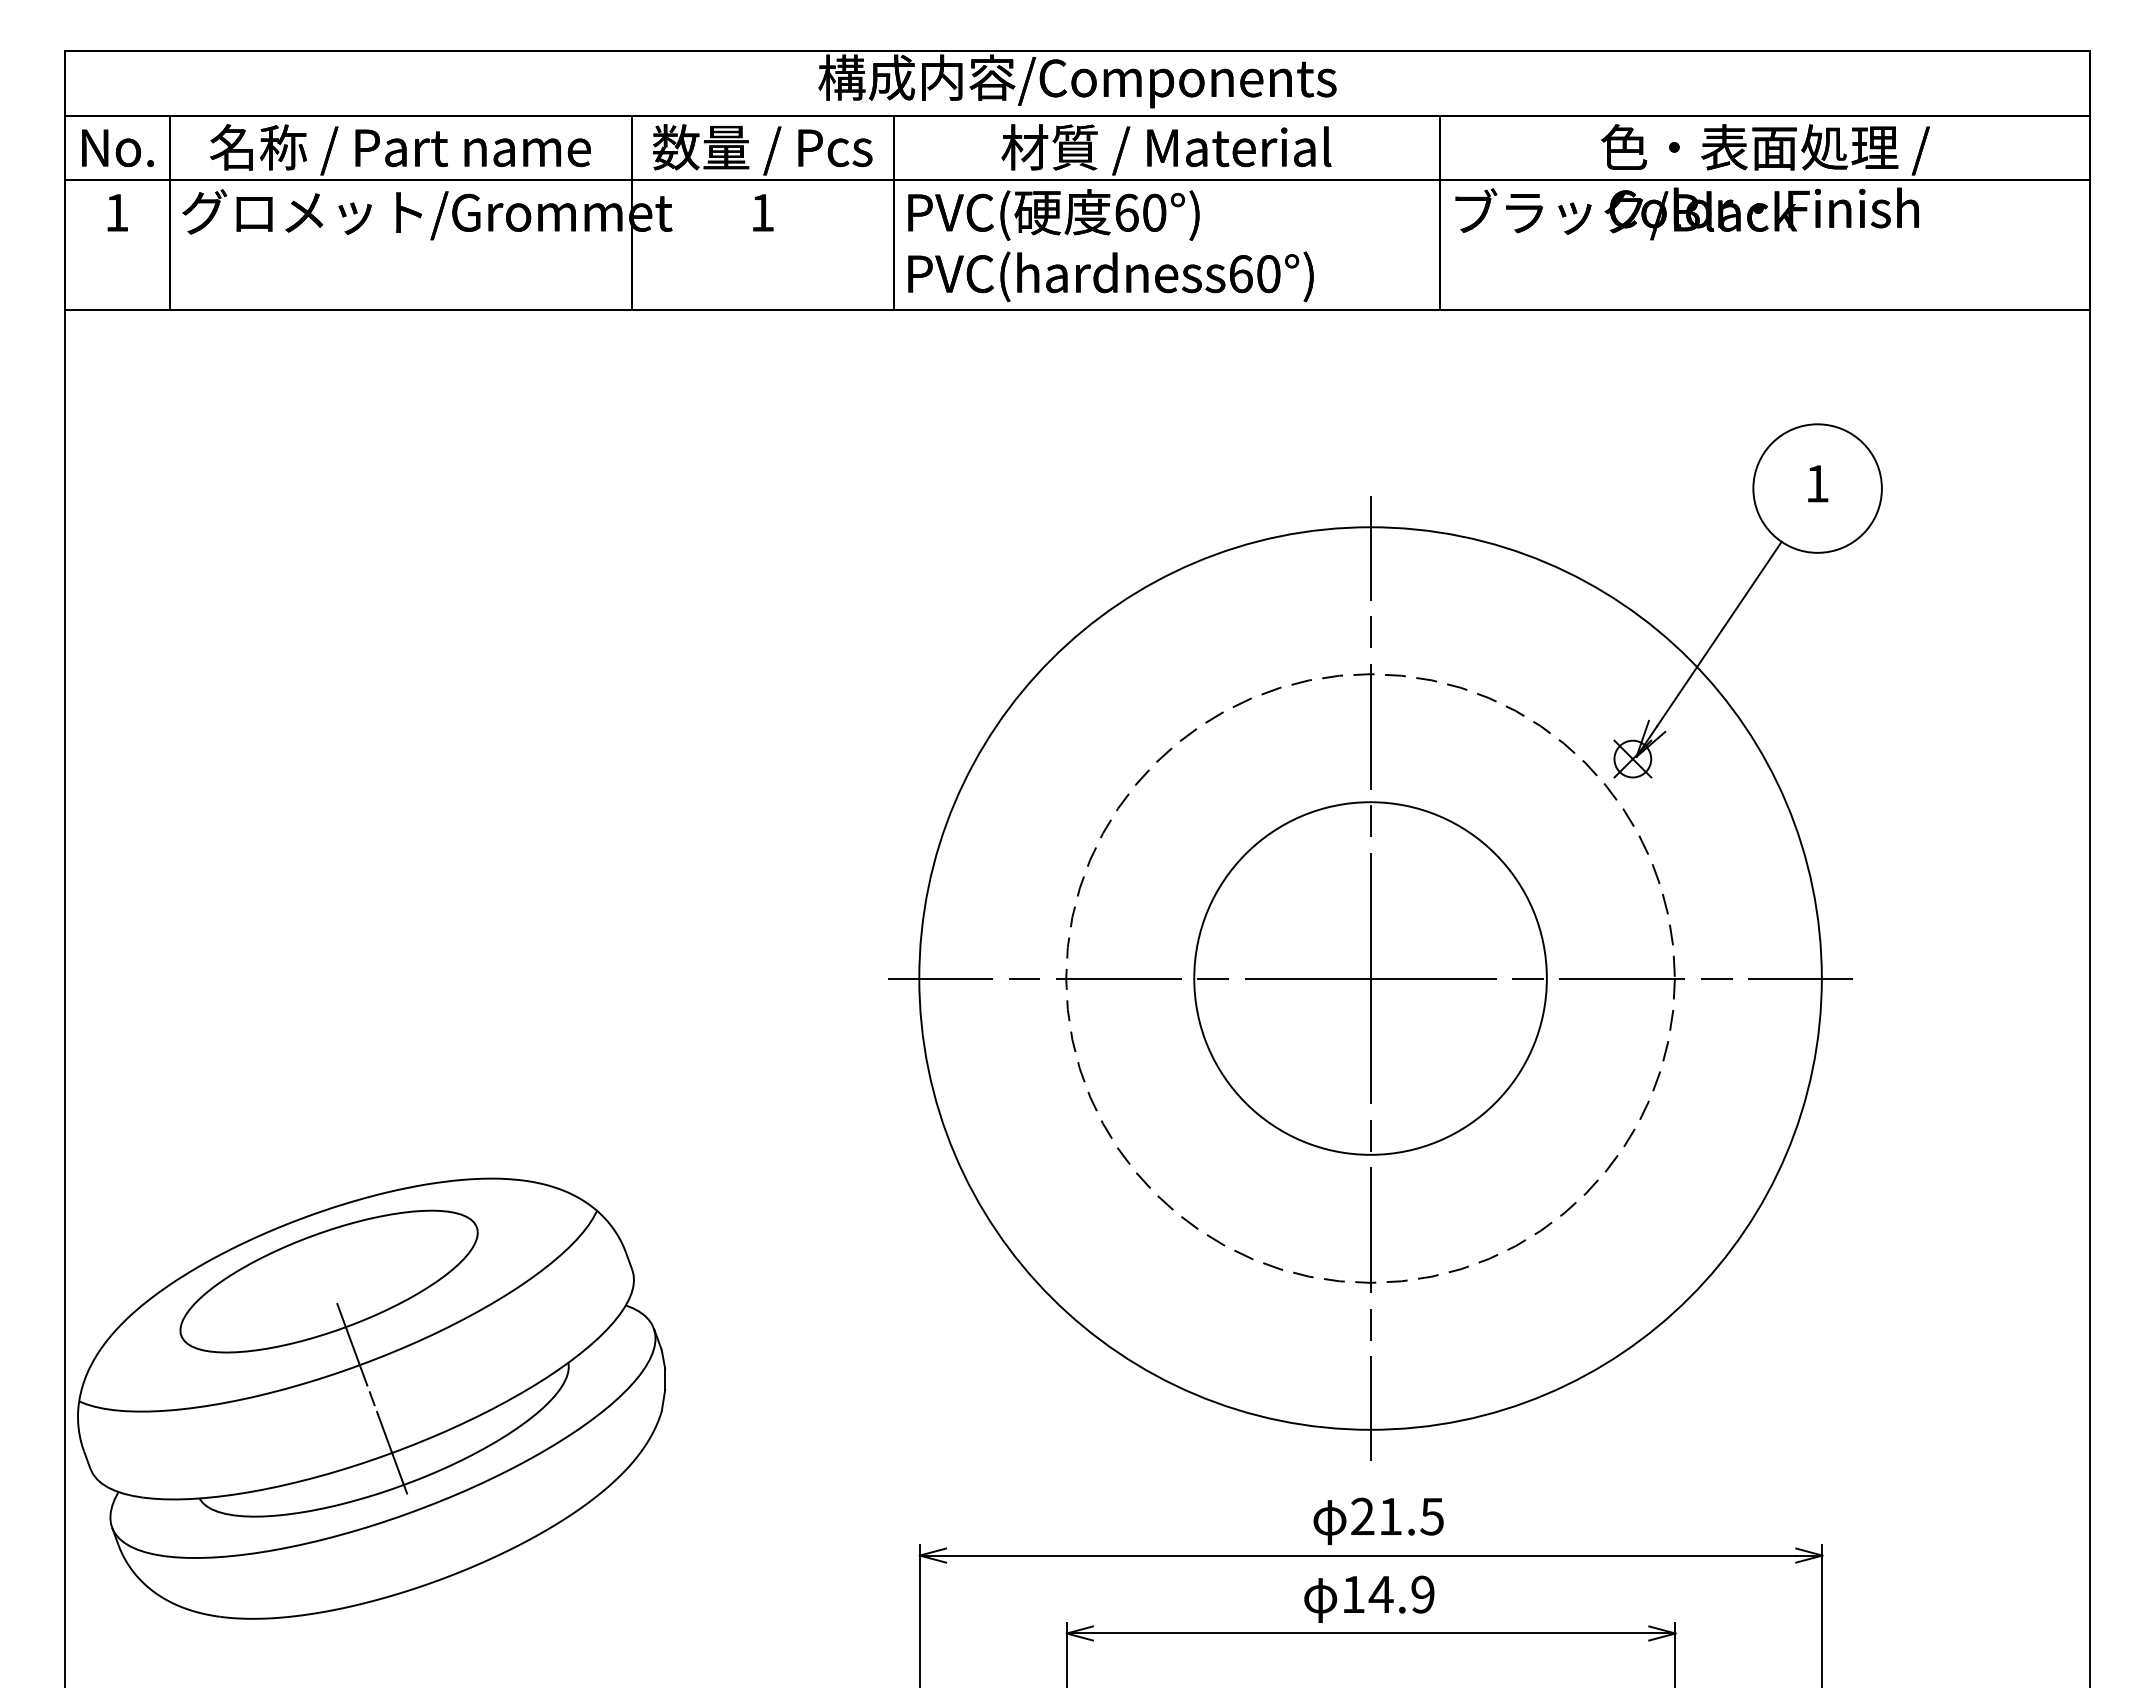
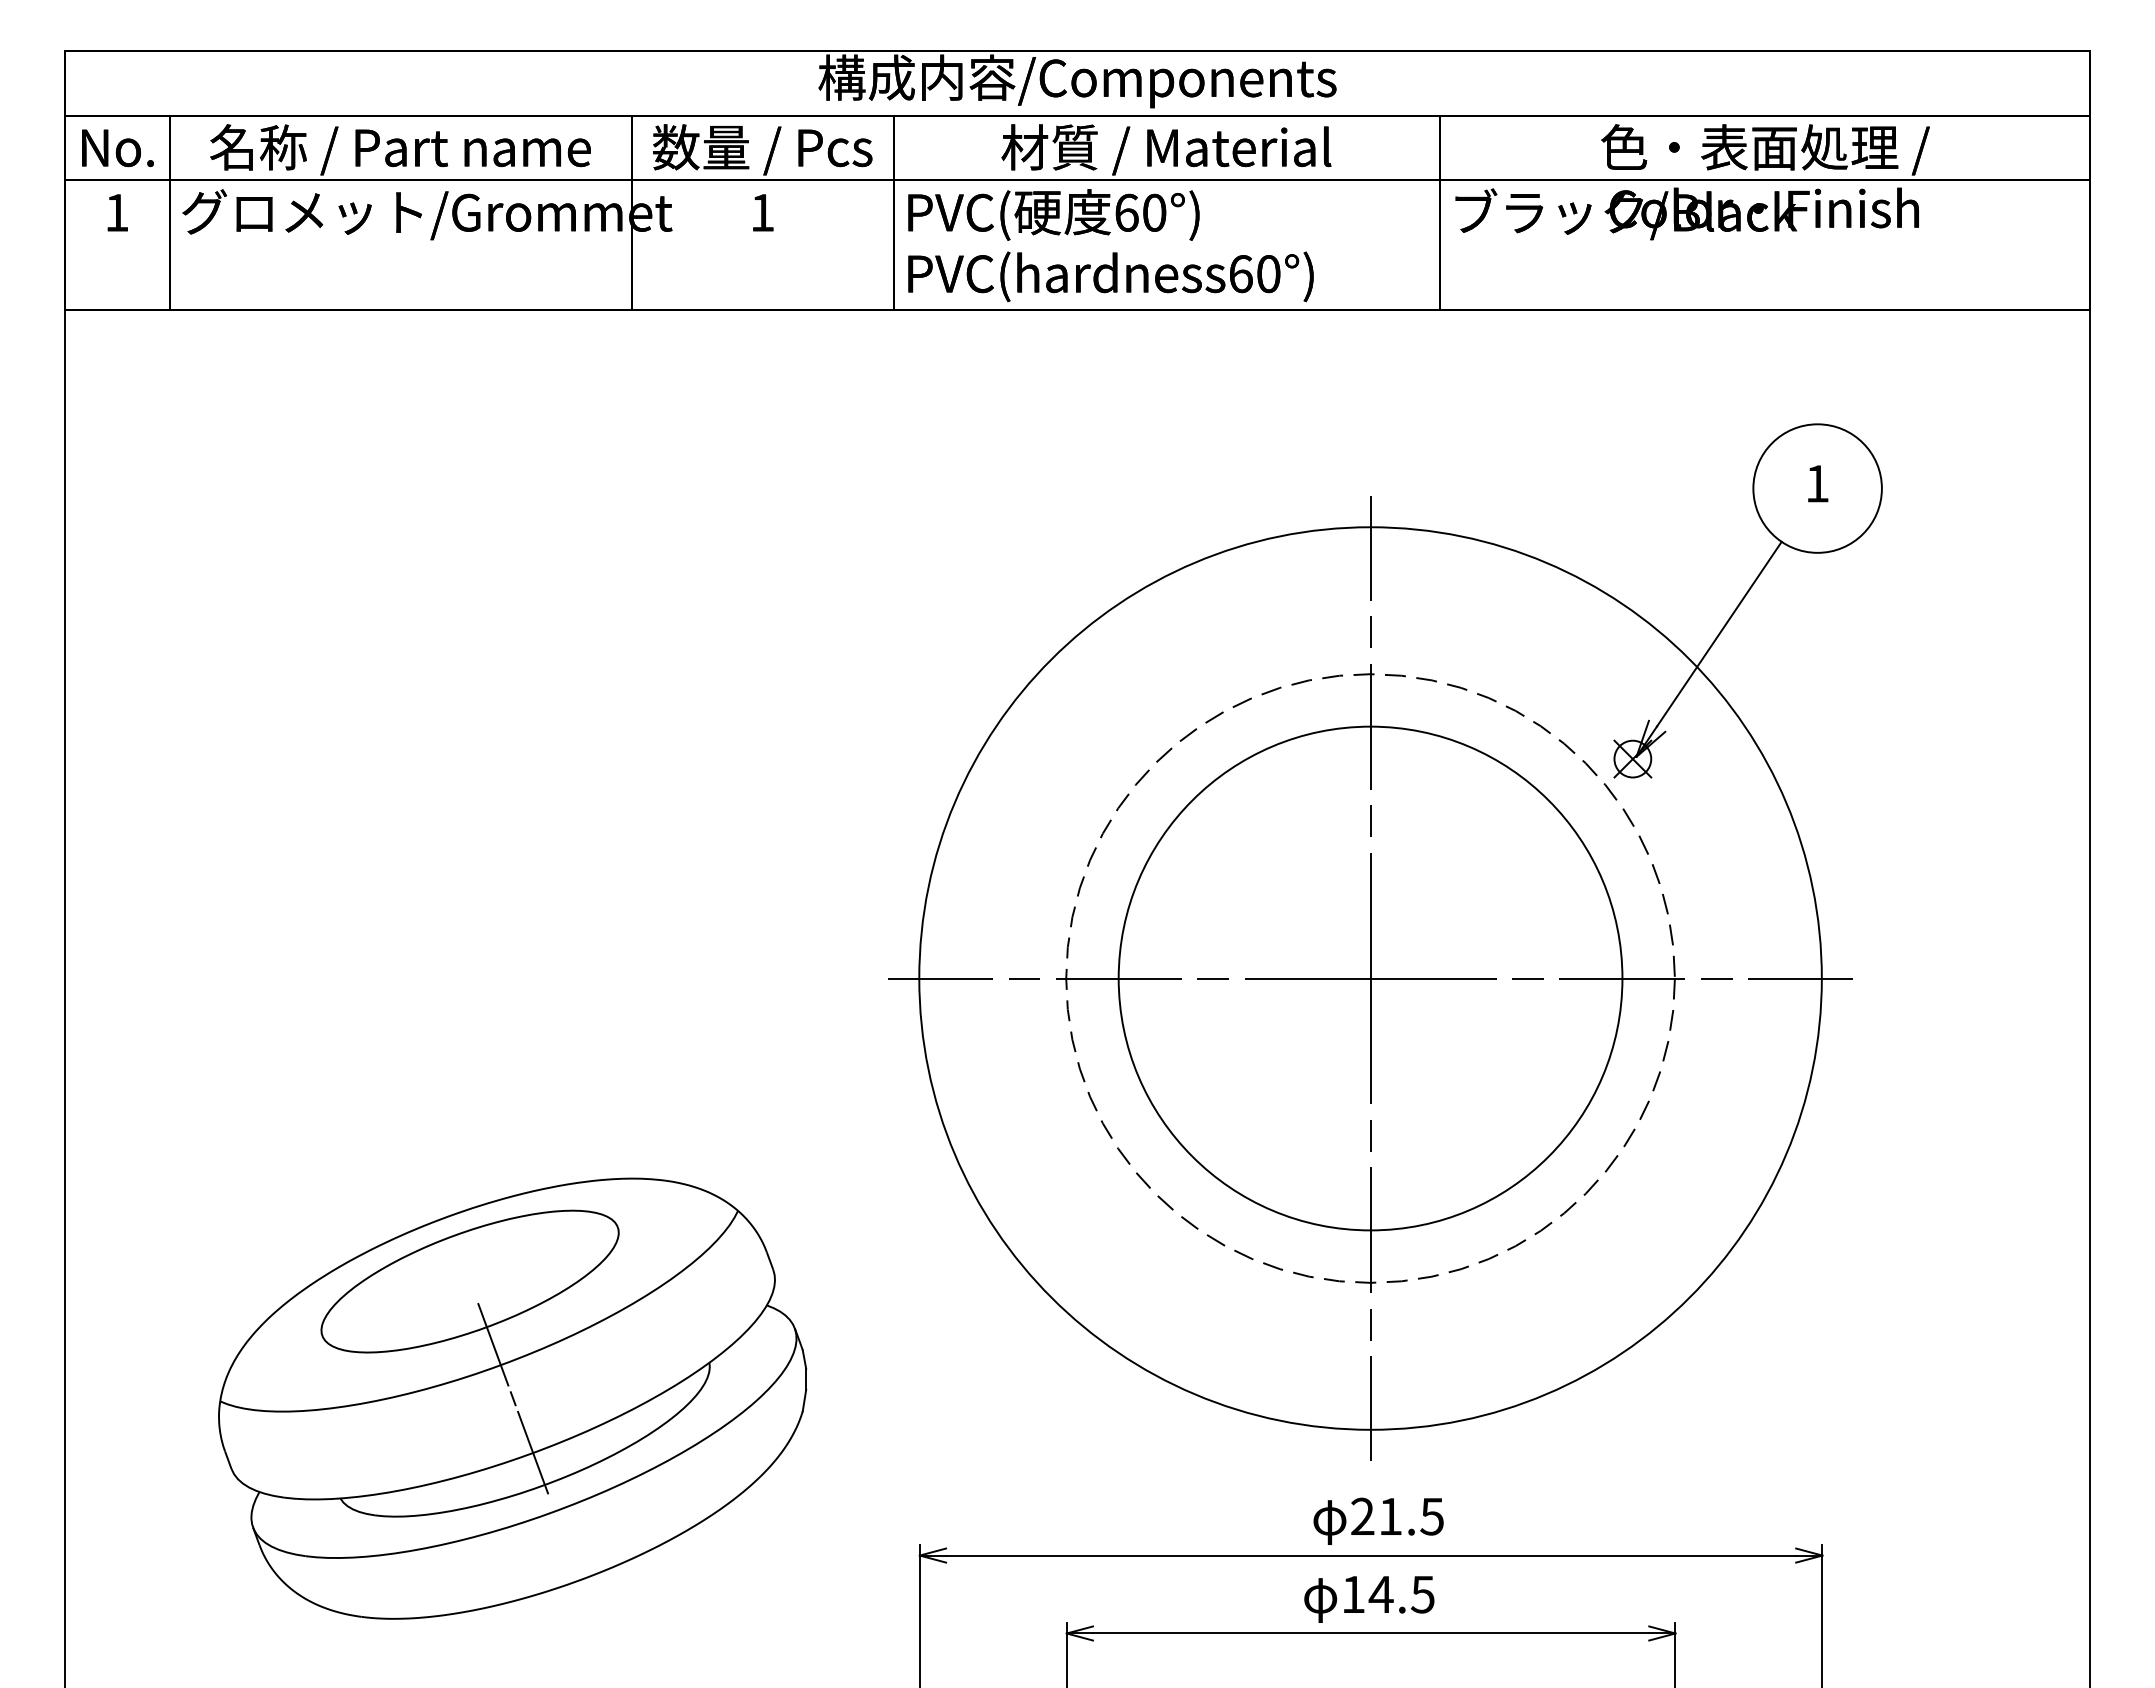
circle at (1370, 978) diameter: 353 px -> 504 px
part at (371, 1398) position: (371, 1398) -> (512, 1398)
text at (1422, 1594): 14.9 -> 14.5
